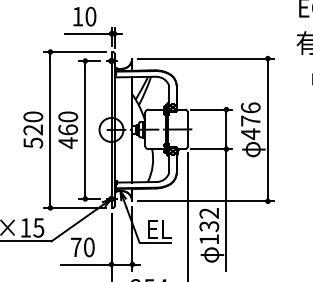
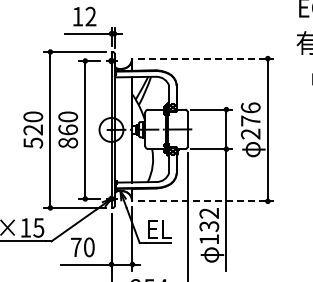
text at (90, 16): 10 -> 12
line at (206, 58): solid -> dashed
text at (250, 134): 476 -> 276
text at (68, 143): 460 -> 860
line at (206, 201): solid -> dashed
